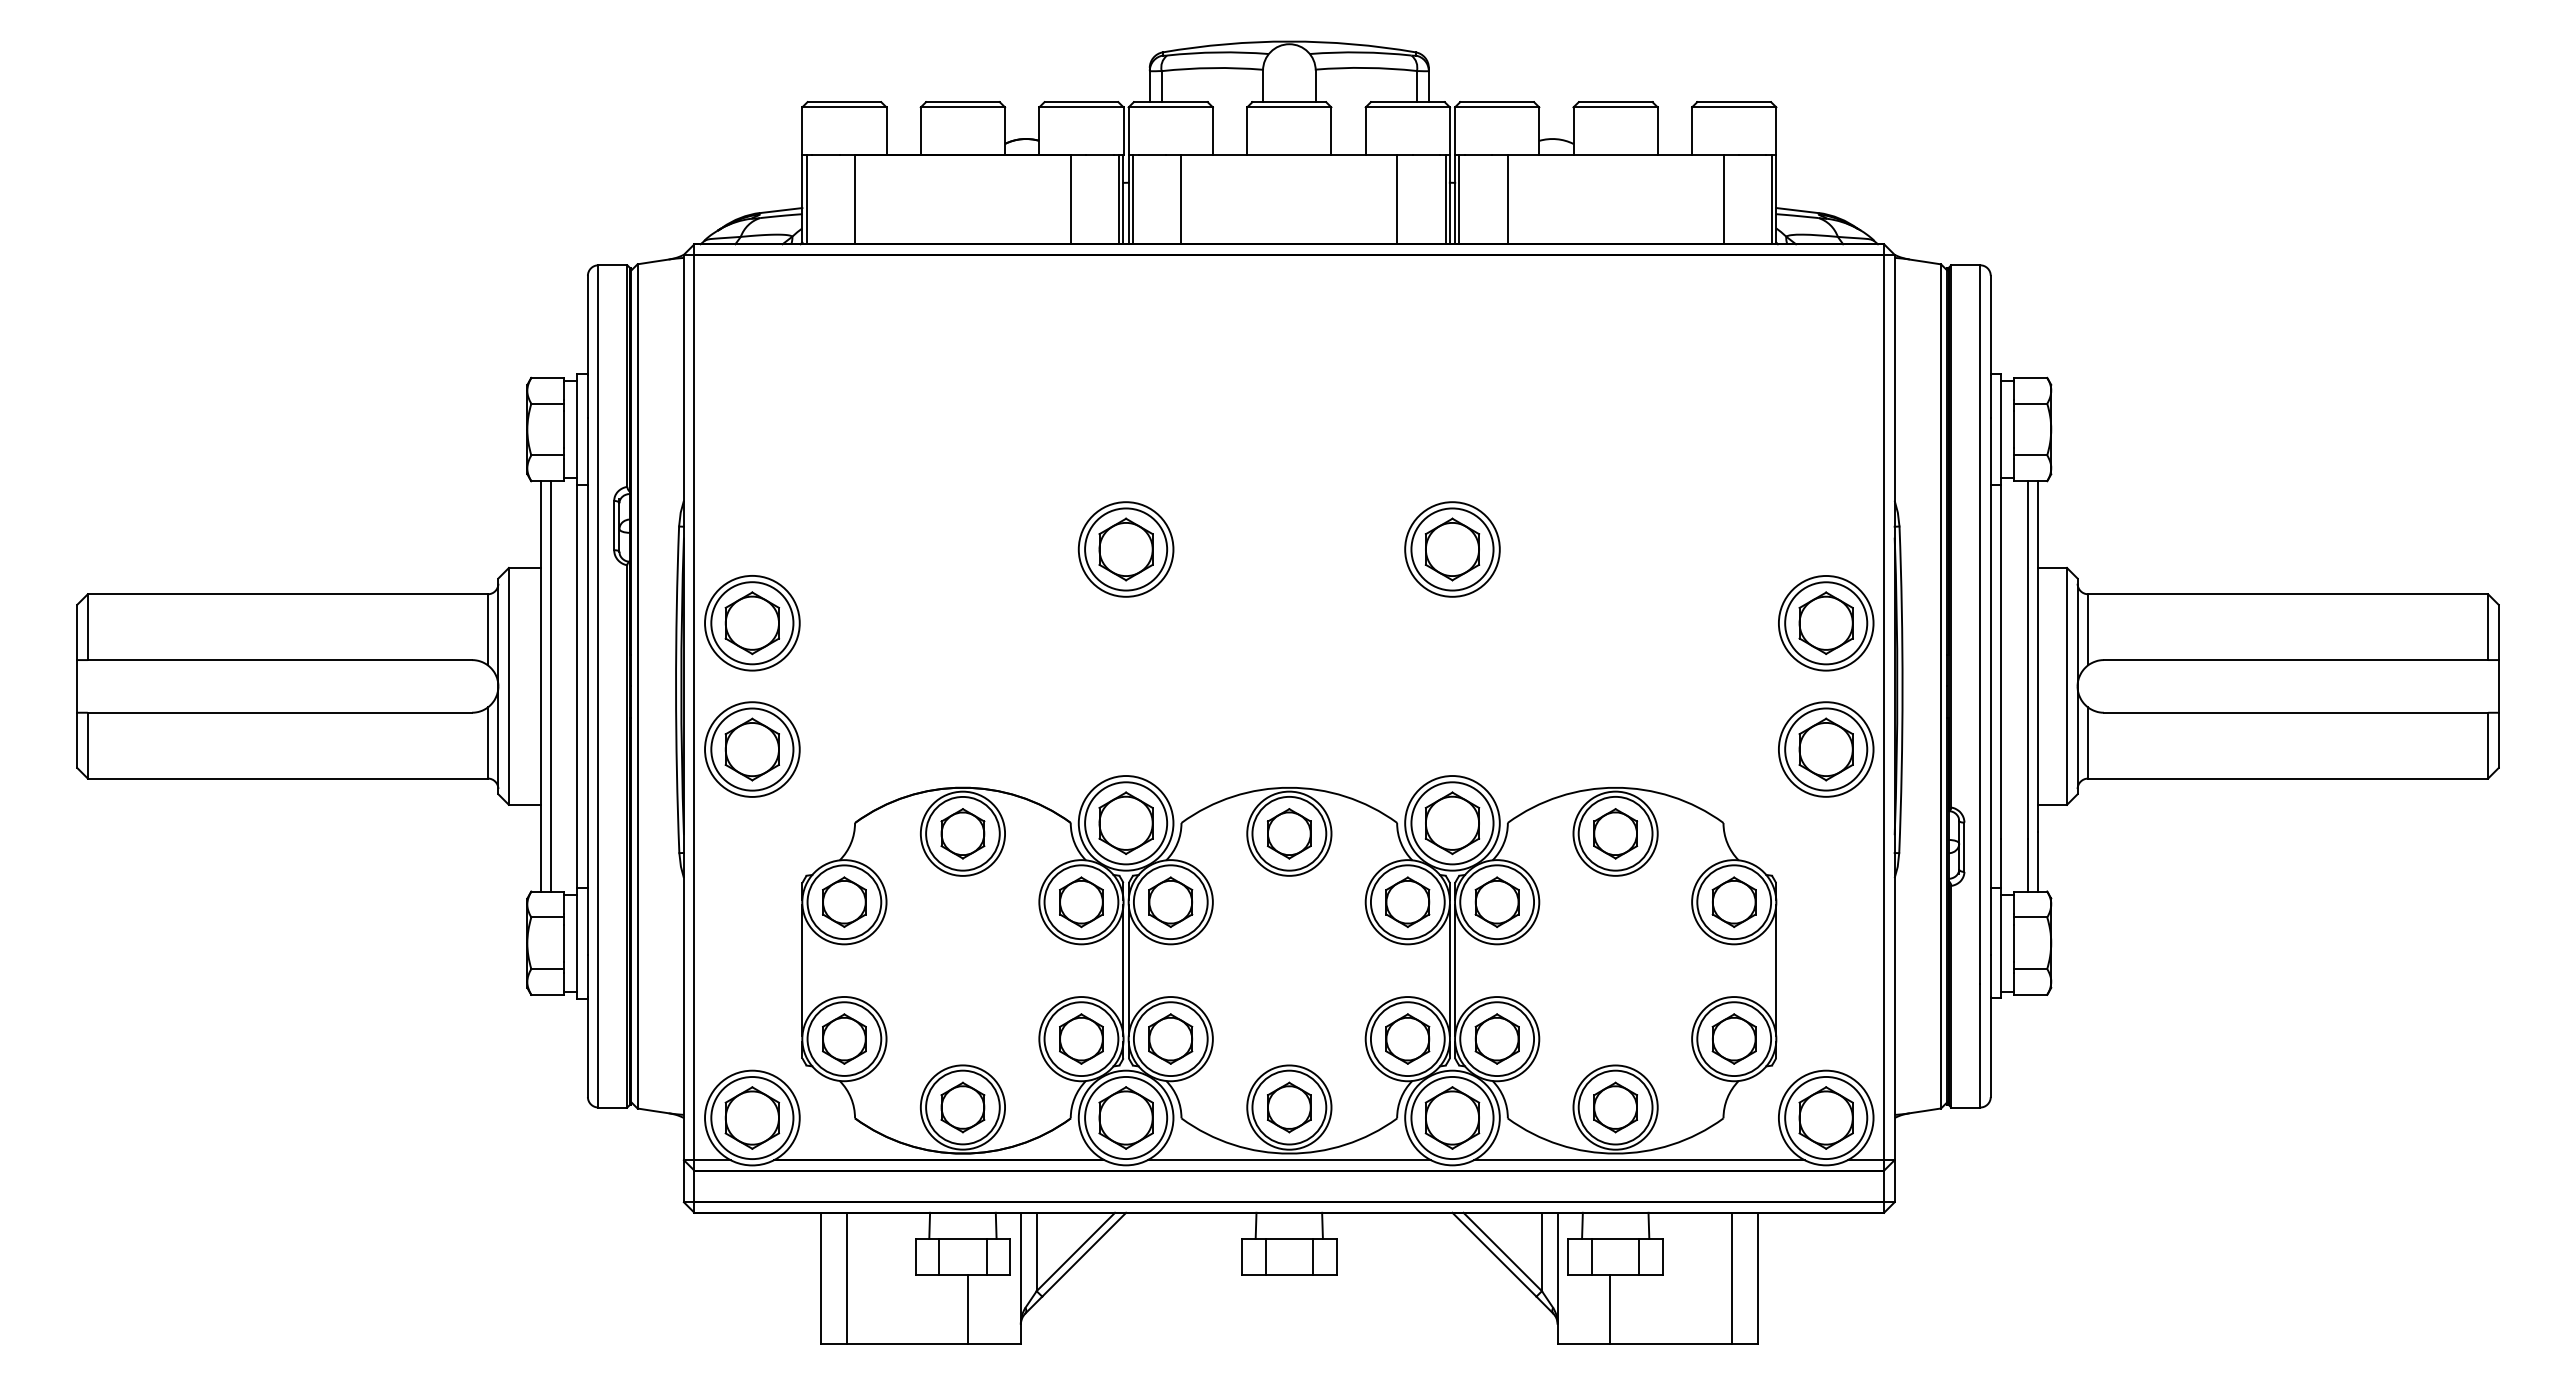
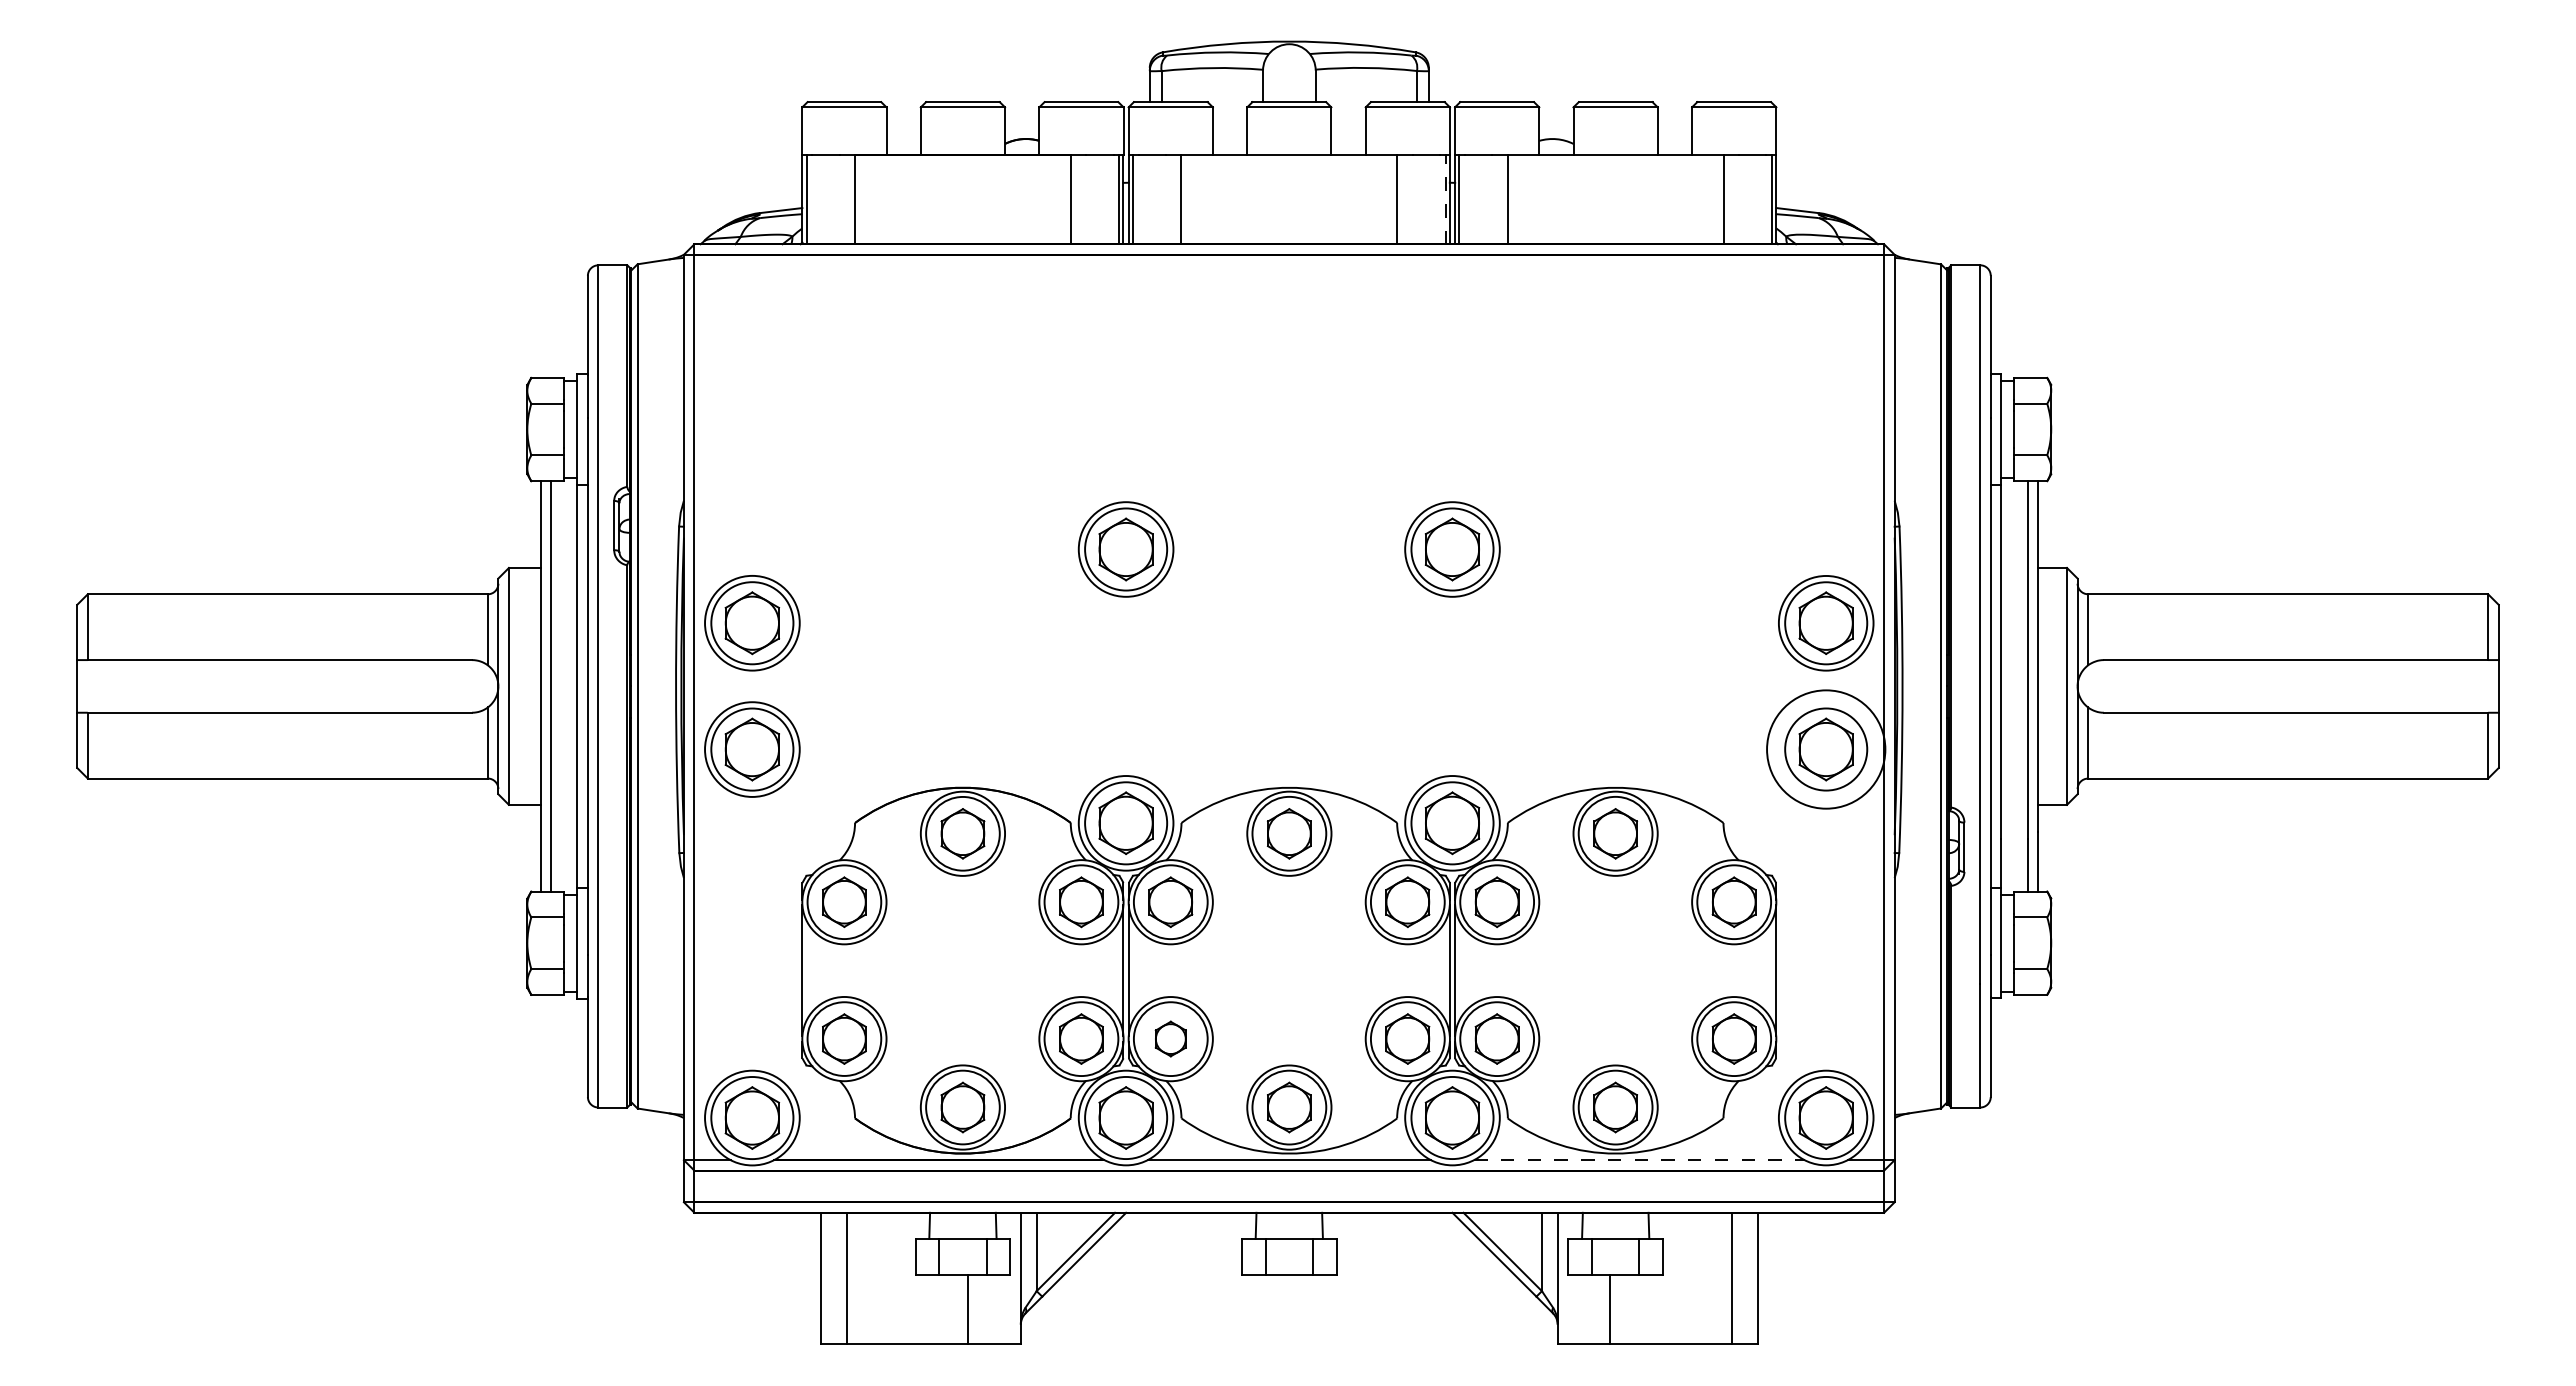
line at (1445, 199): solid -> dashed
circle at (1825, 749) diameter: 95 px -> 118 px
part at (1170, 1038) size: 46x52 px -> 33x38 px
line at (1639, 1160): solid -> dashed
